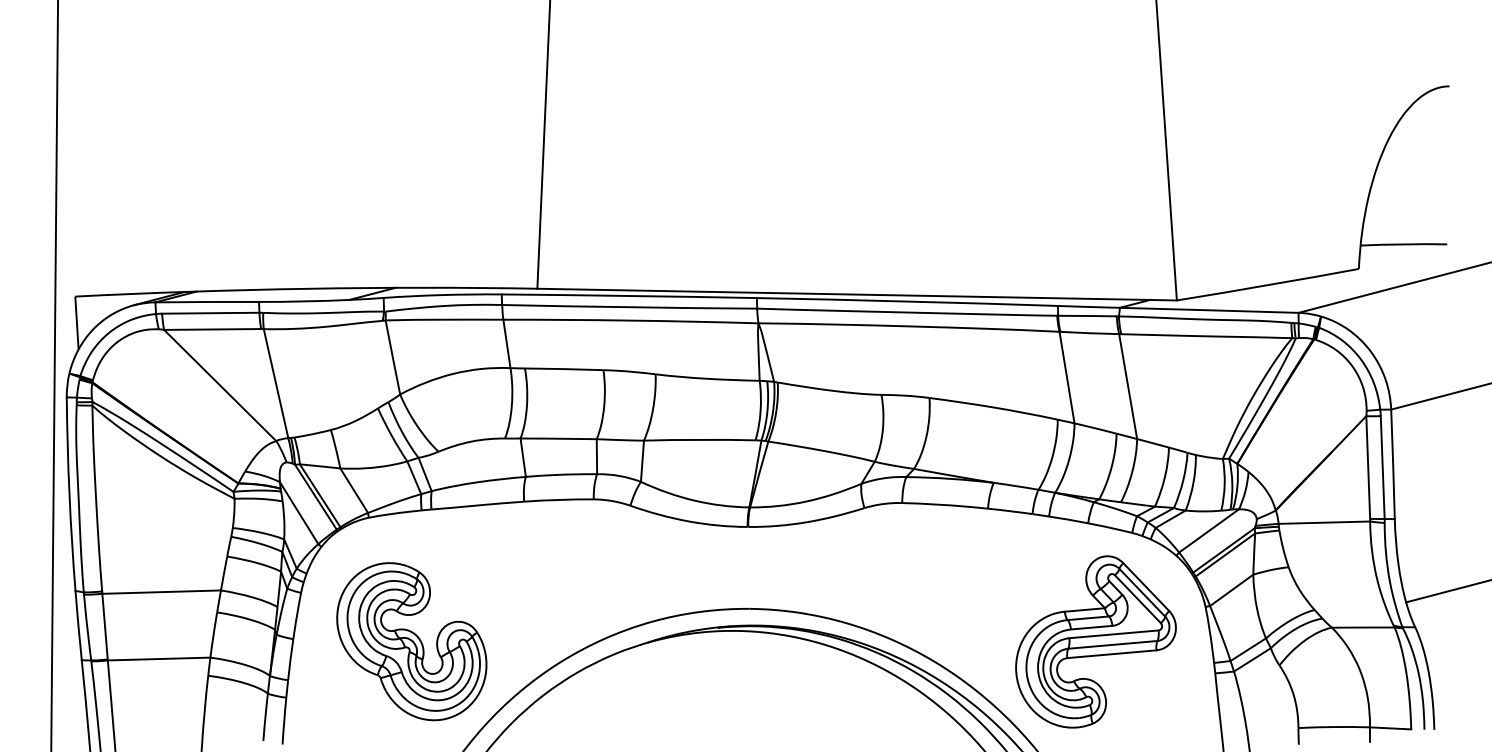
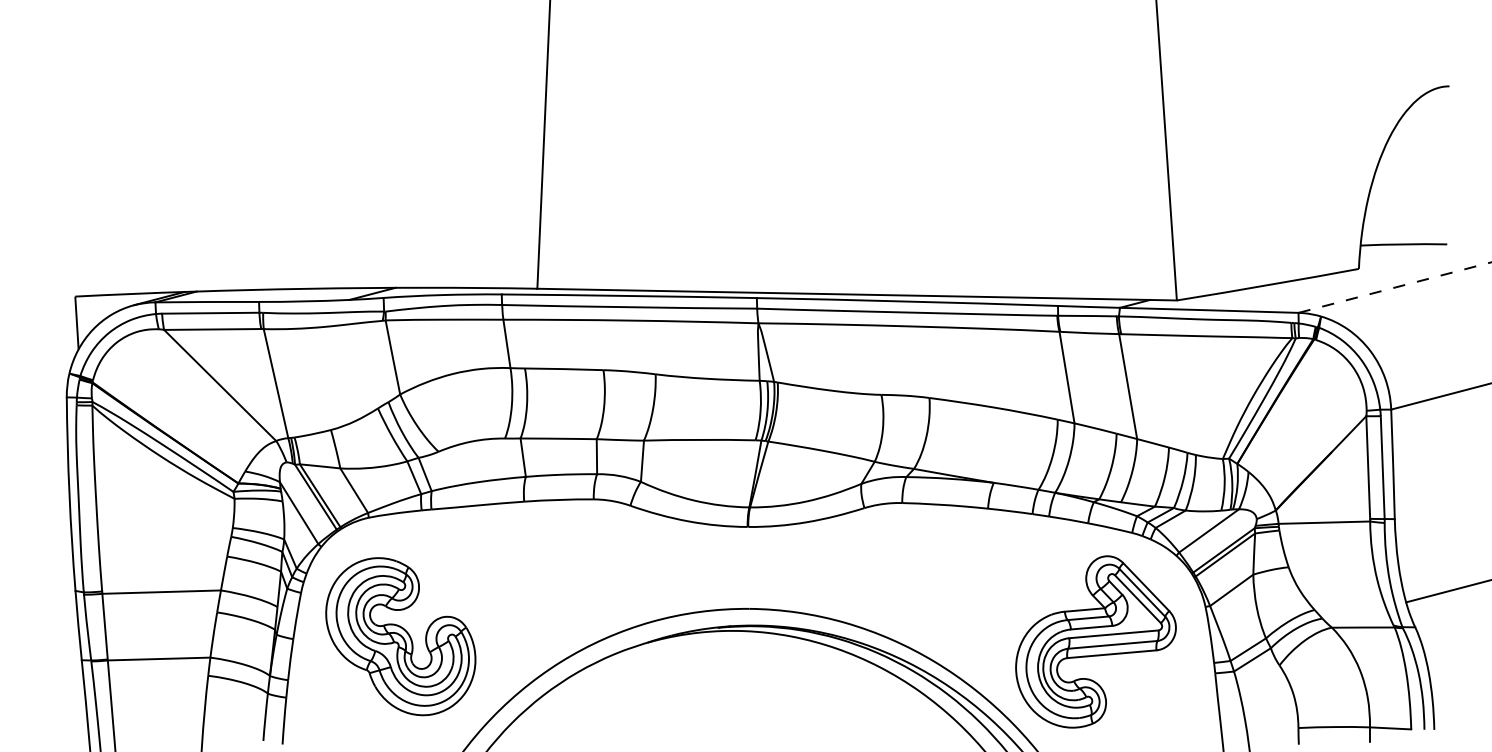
line at (1395, 287): solid -> dashed
line at (54, 375): present -> none
part at (411, 641) position: (411, 641) -> (400, 636)
